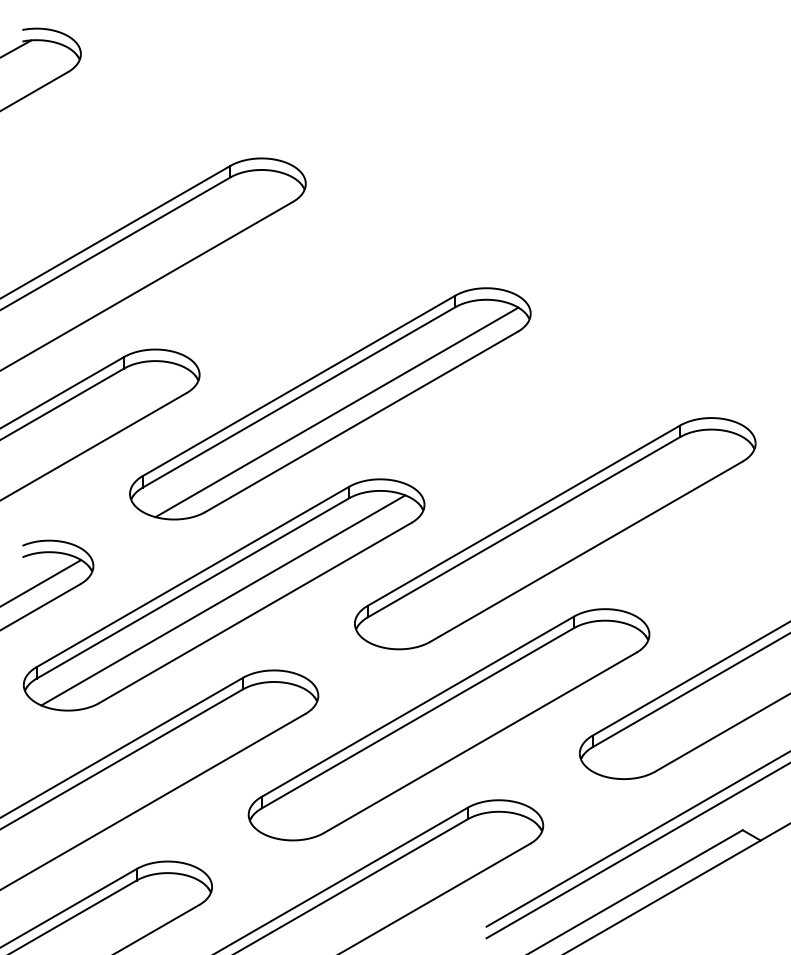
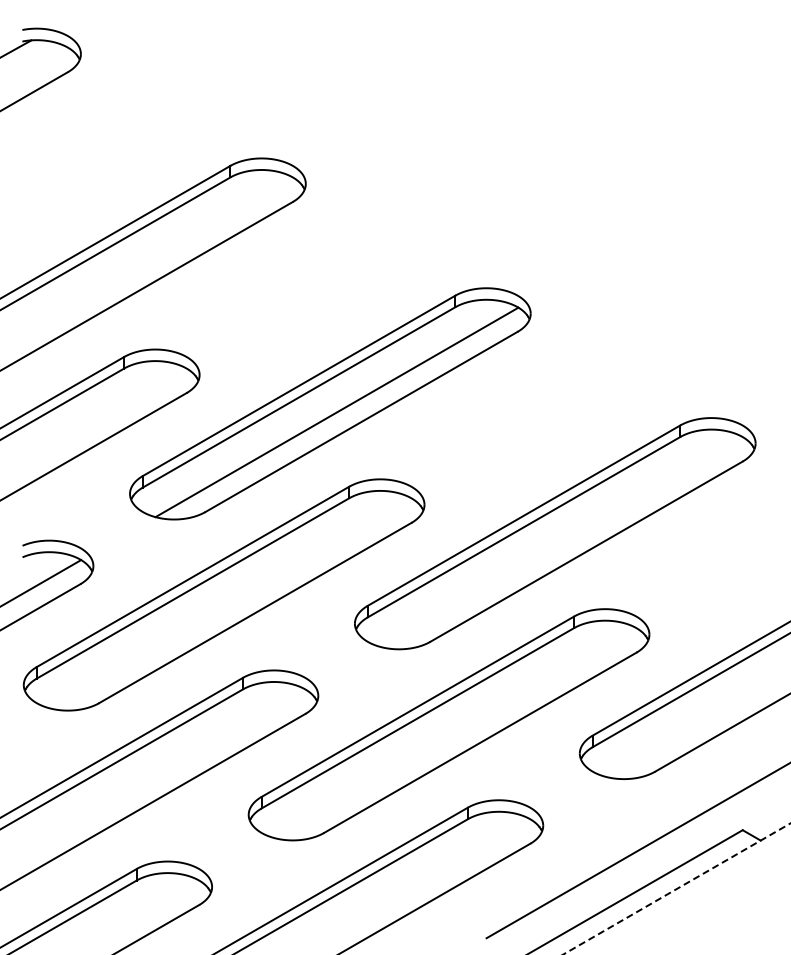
line at (223, 600): present -> none
line at (636, 839): present -> none
line at (676, 889): solid -> dashed
